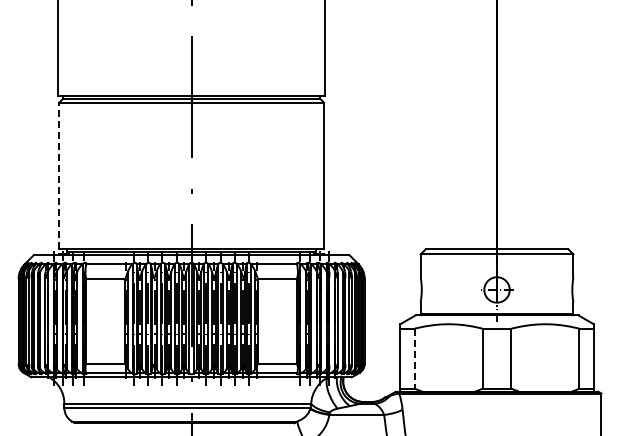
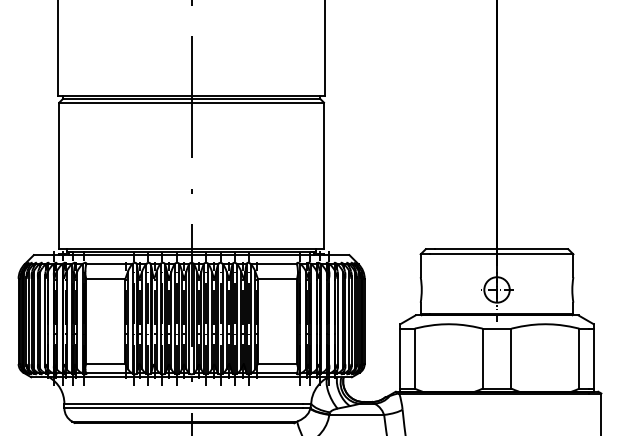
line at (59, 175): dashed -> solid
line at (414, 359): dashed -> solid
